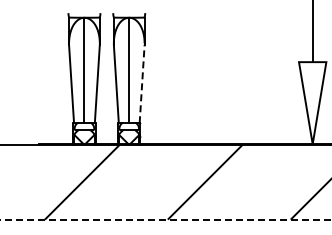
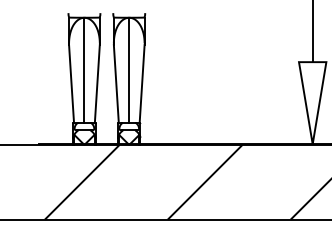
line at (142, 83): dashed -> solid
line at (166, 219): dashed -> solid
